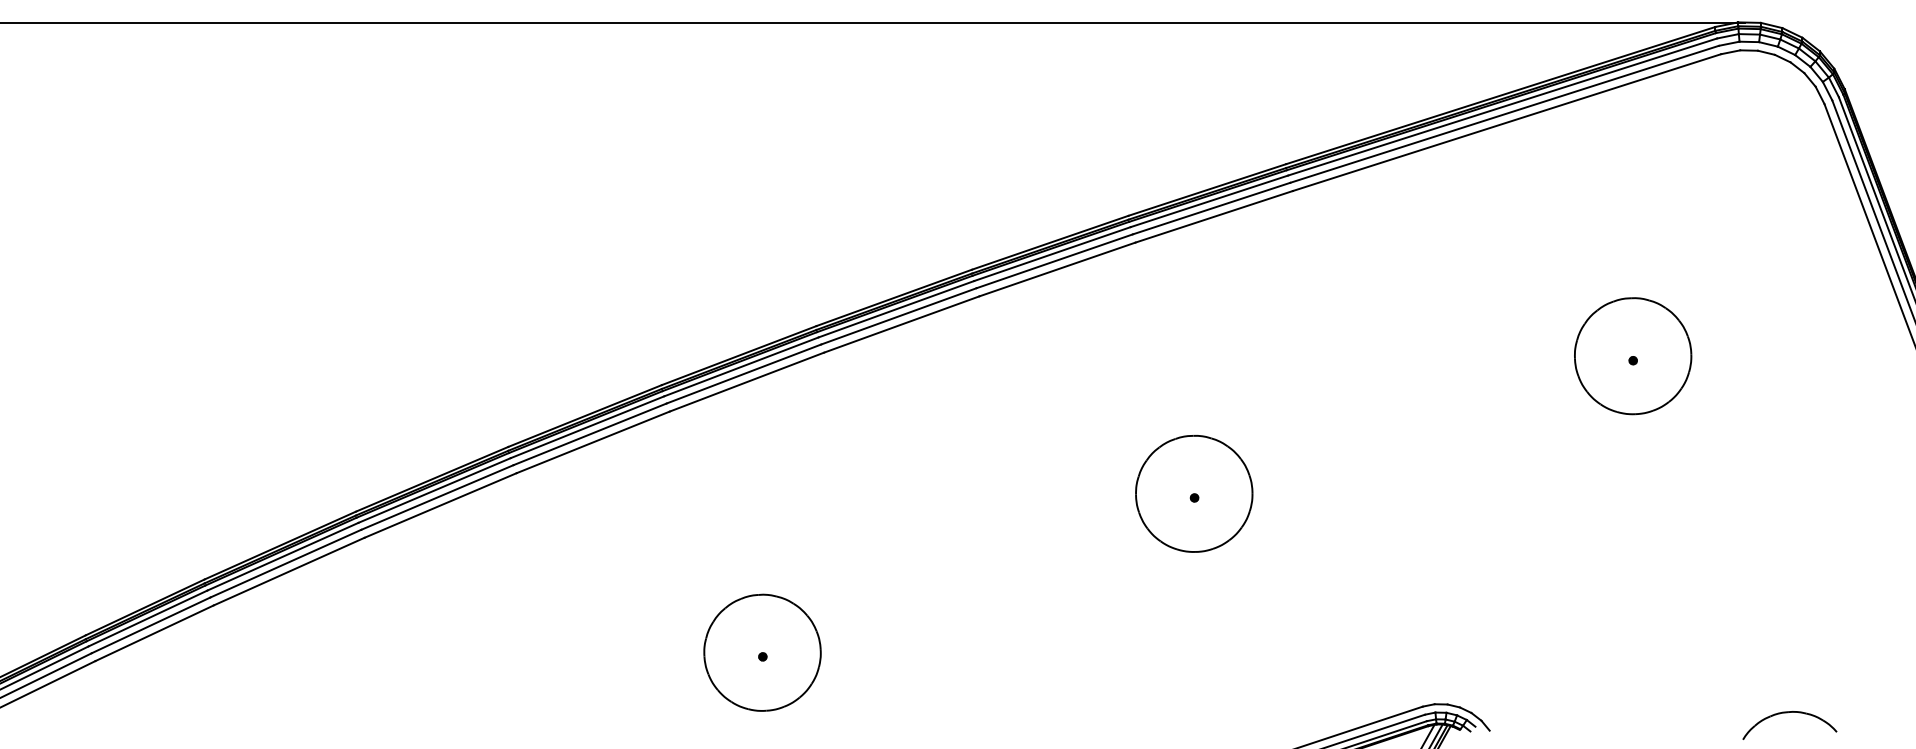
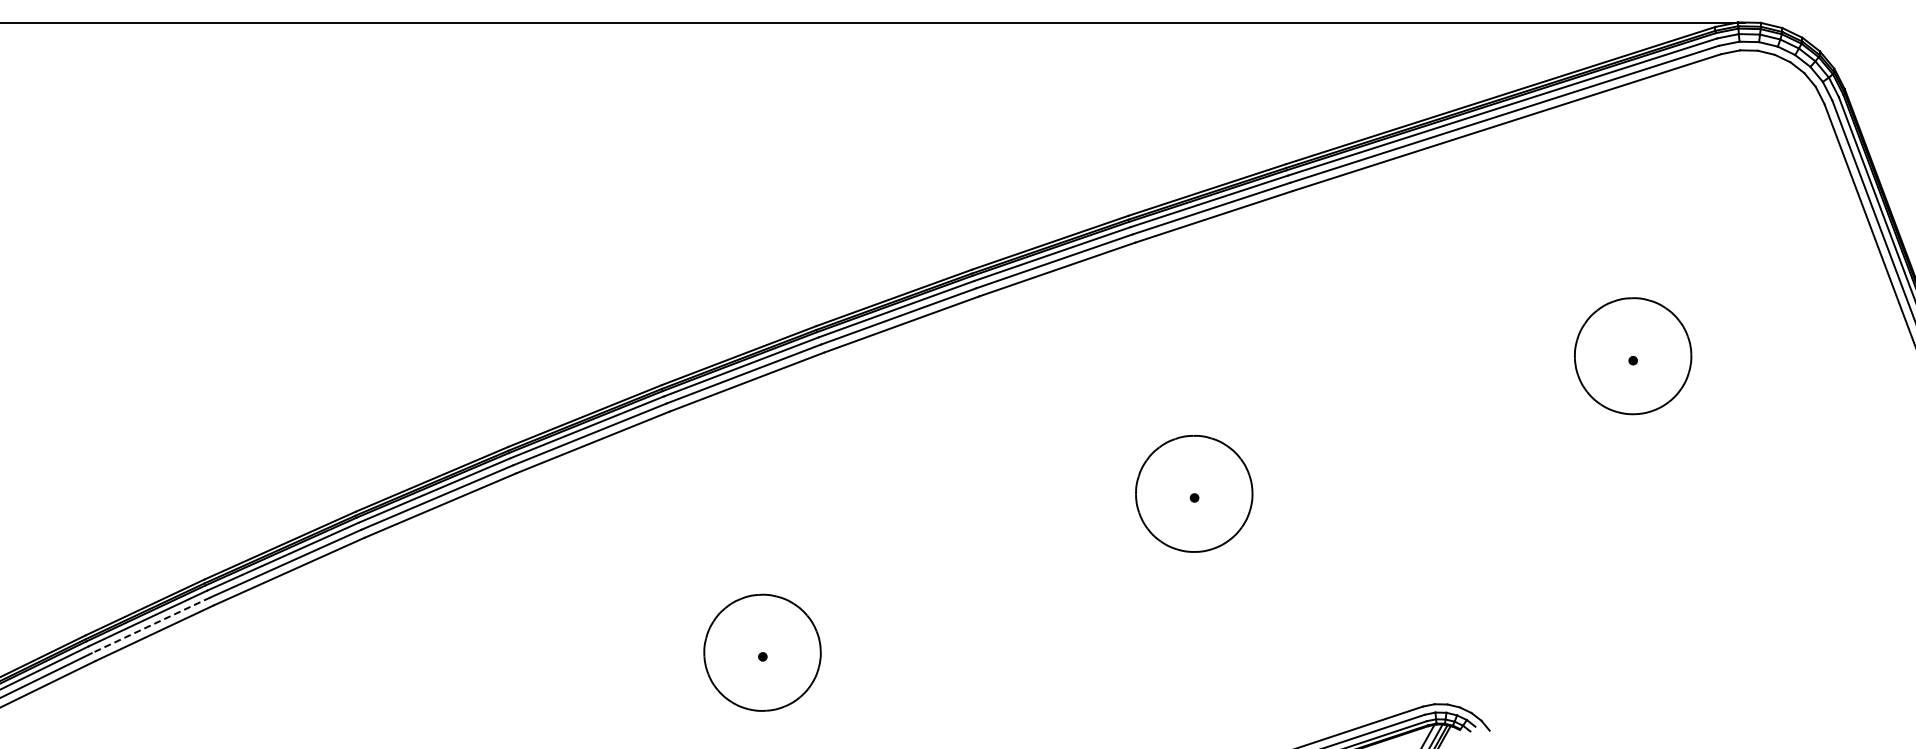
line at (151, 625): solid -> dashed
part at (1787, 713): present -> none
